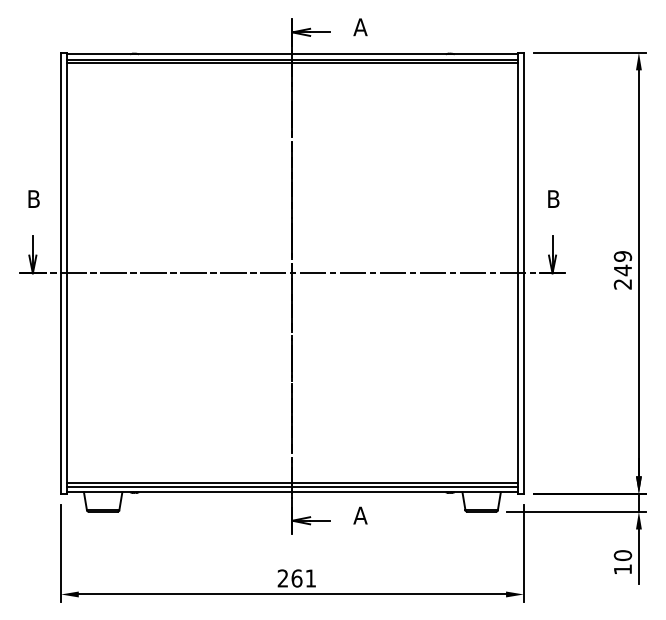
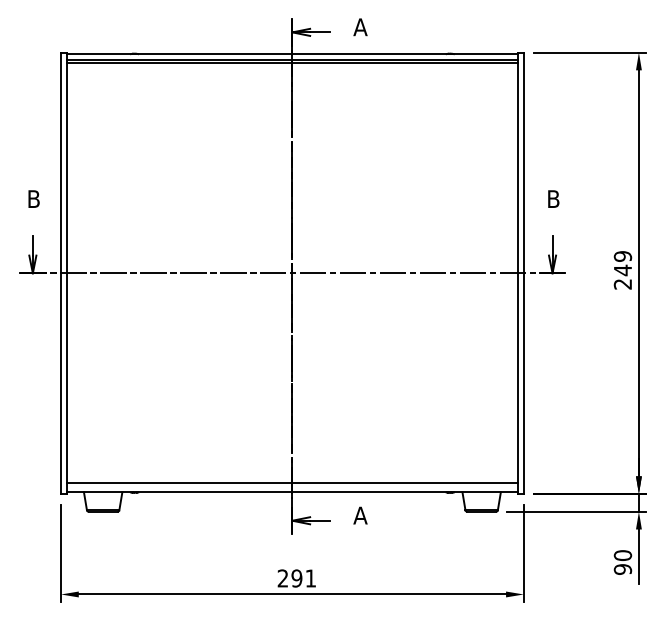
line at (292, 486): present -> none
text at (622, 569): 10 -> 90
text at (296, 578): 261 -> 291
